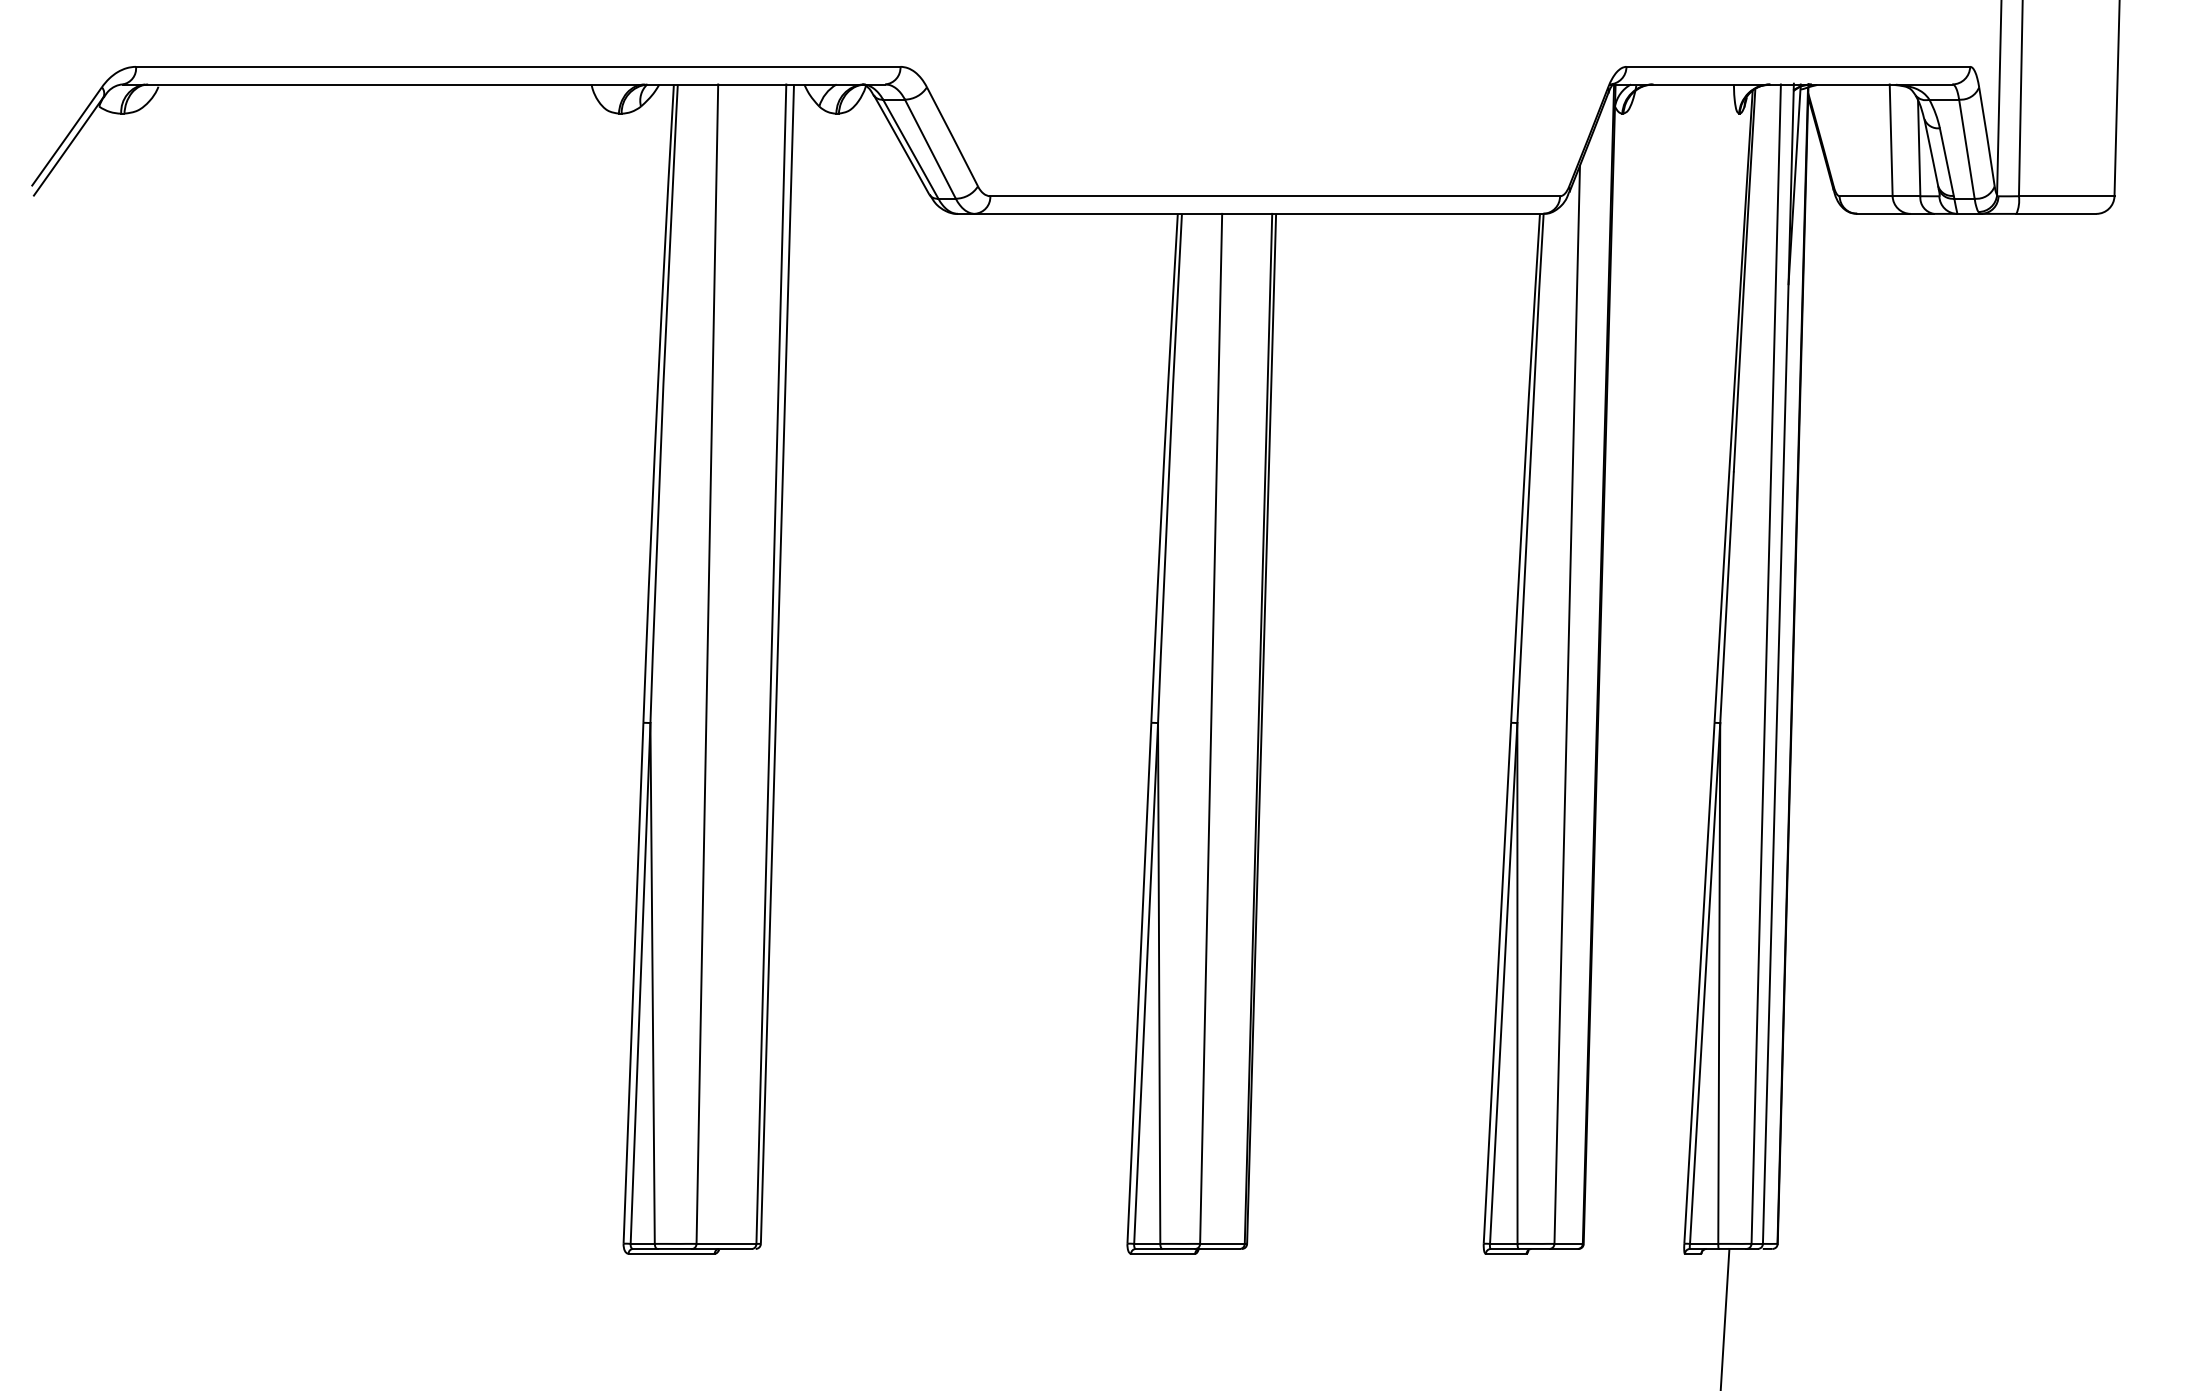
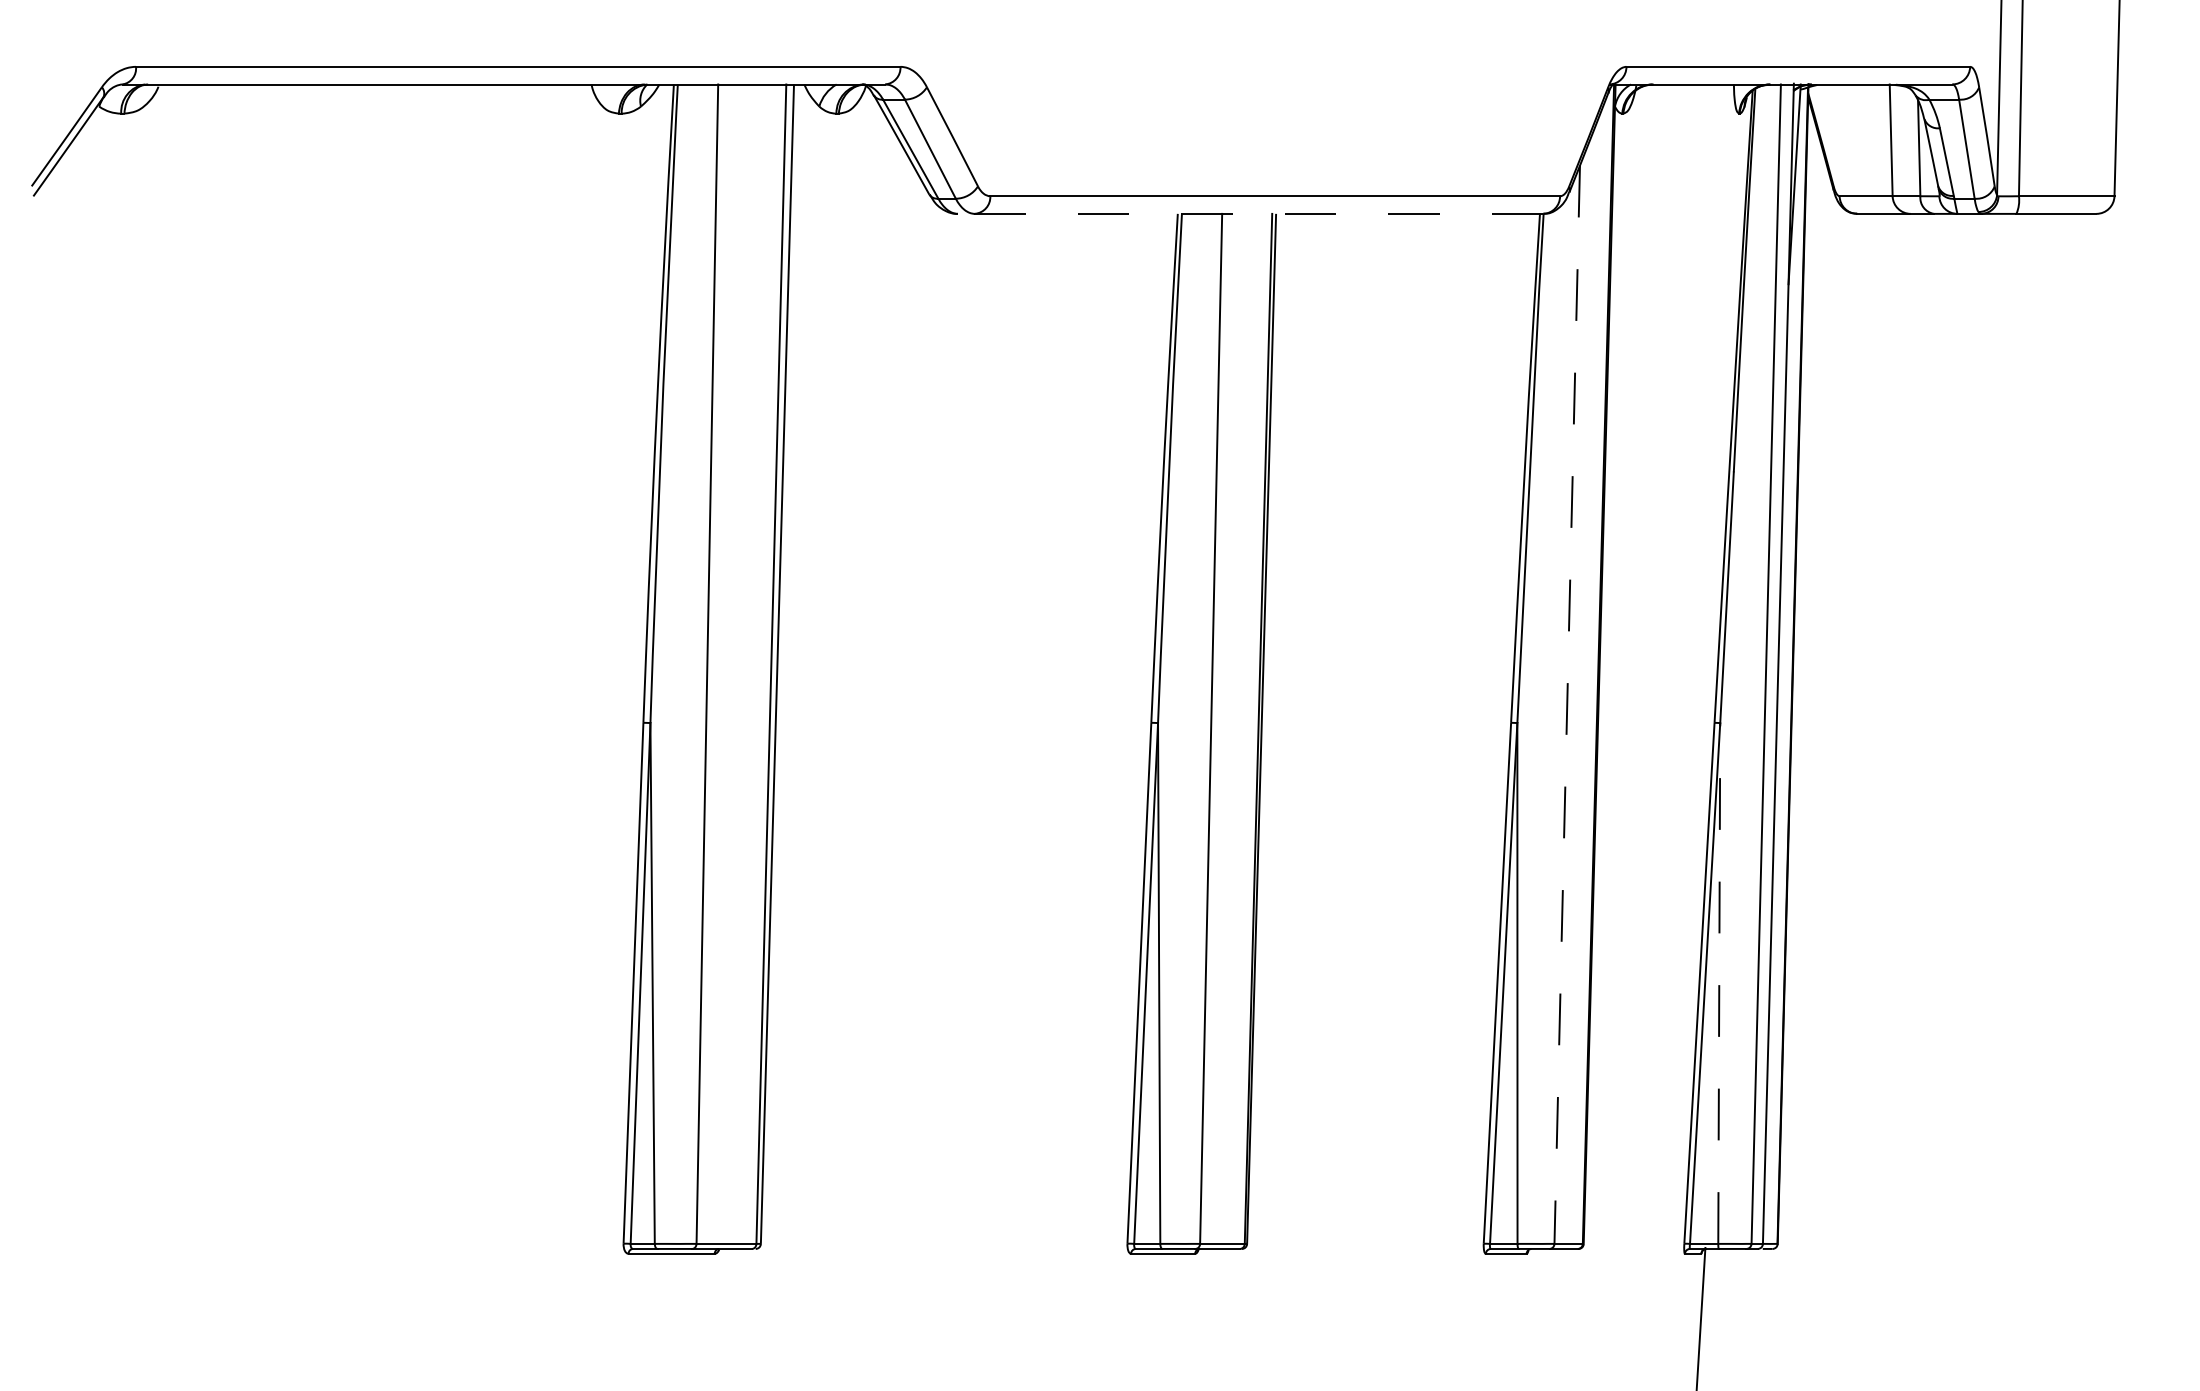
line at (1250, 213): solid -> dashed
line at (1567, 705): solid -> dashed
line at (1719, 982): solid -> dashed
line at (1724, 1317) position: (1724, 1317) -> (1700, 1317)
